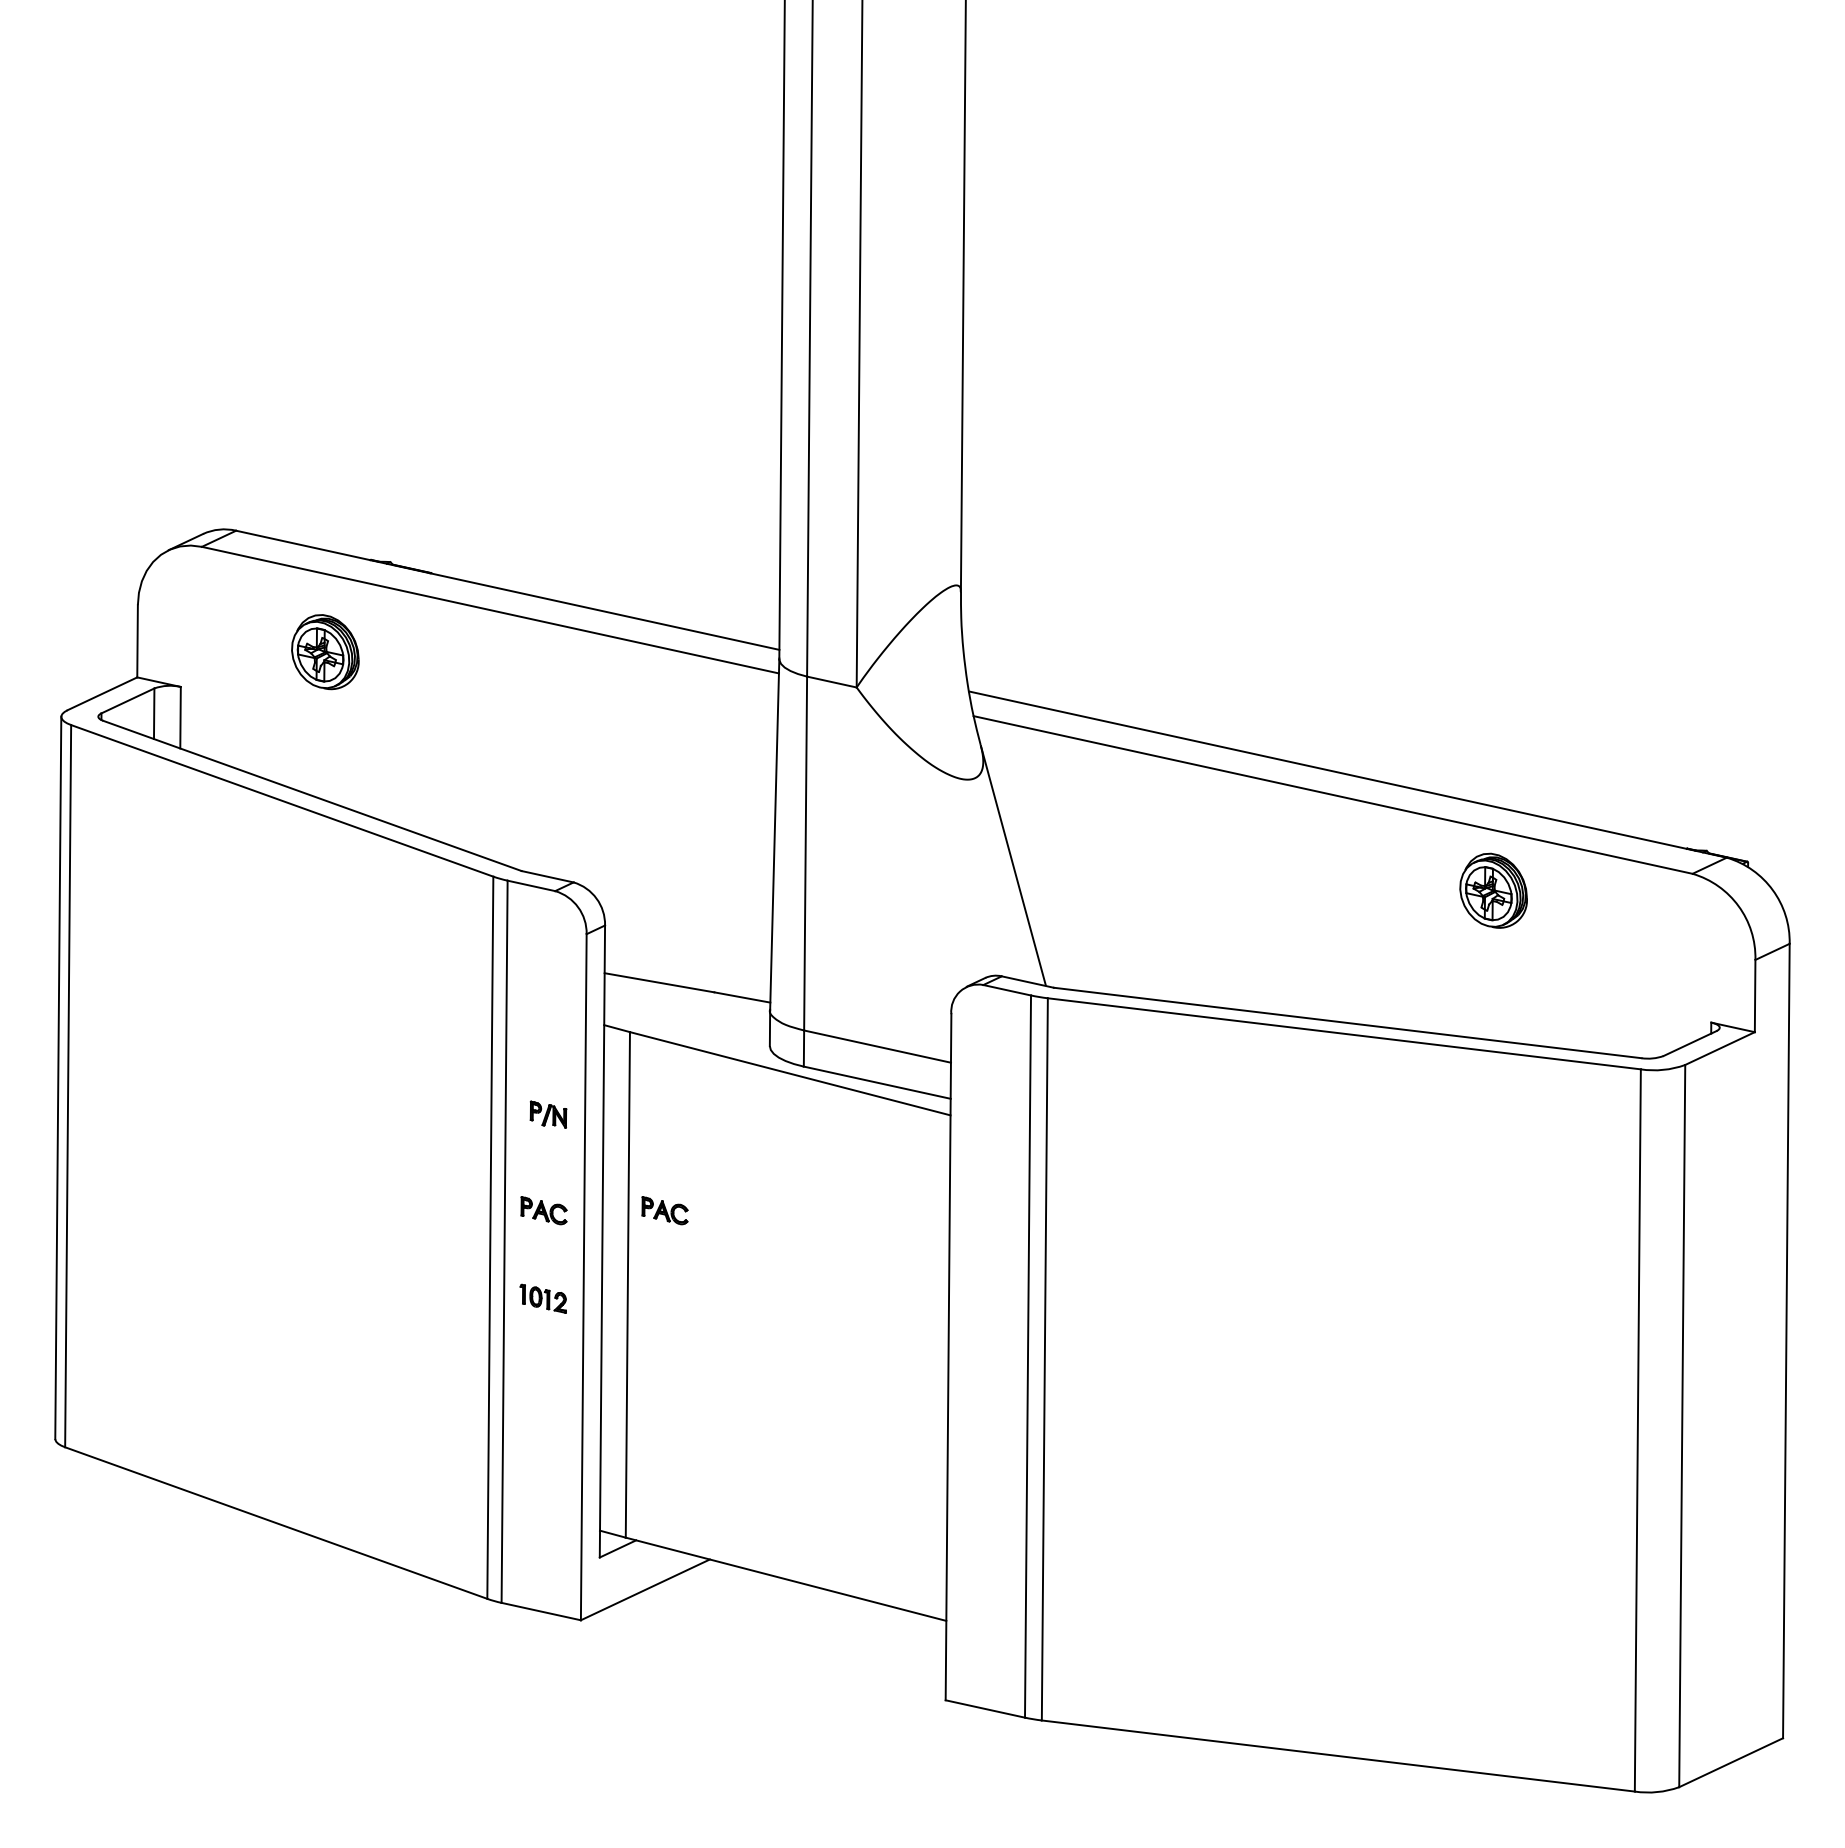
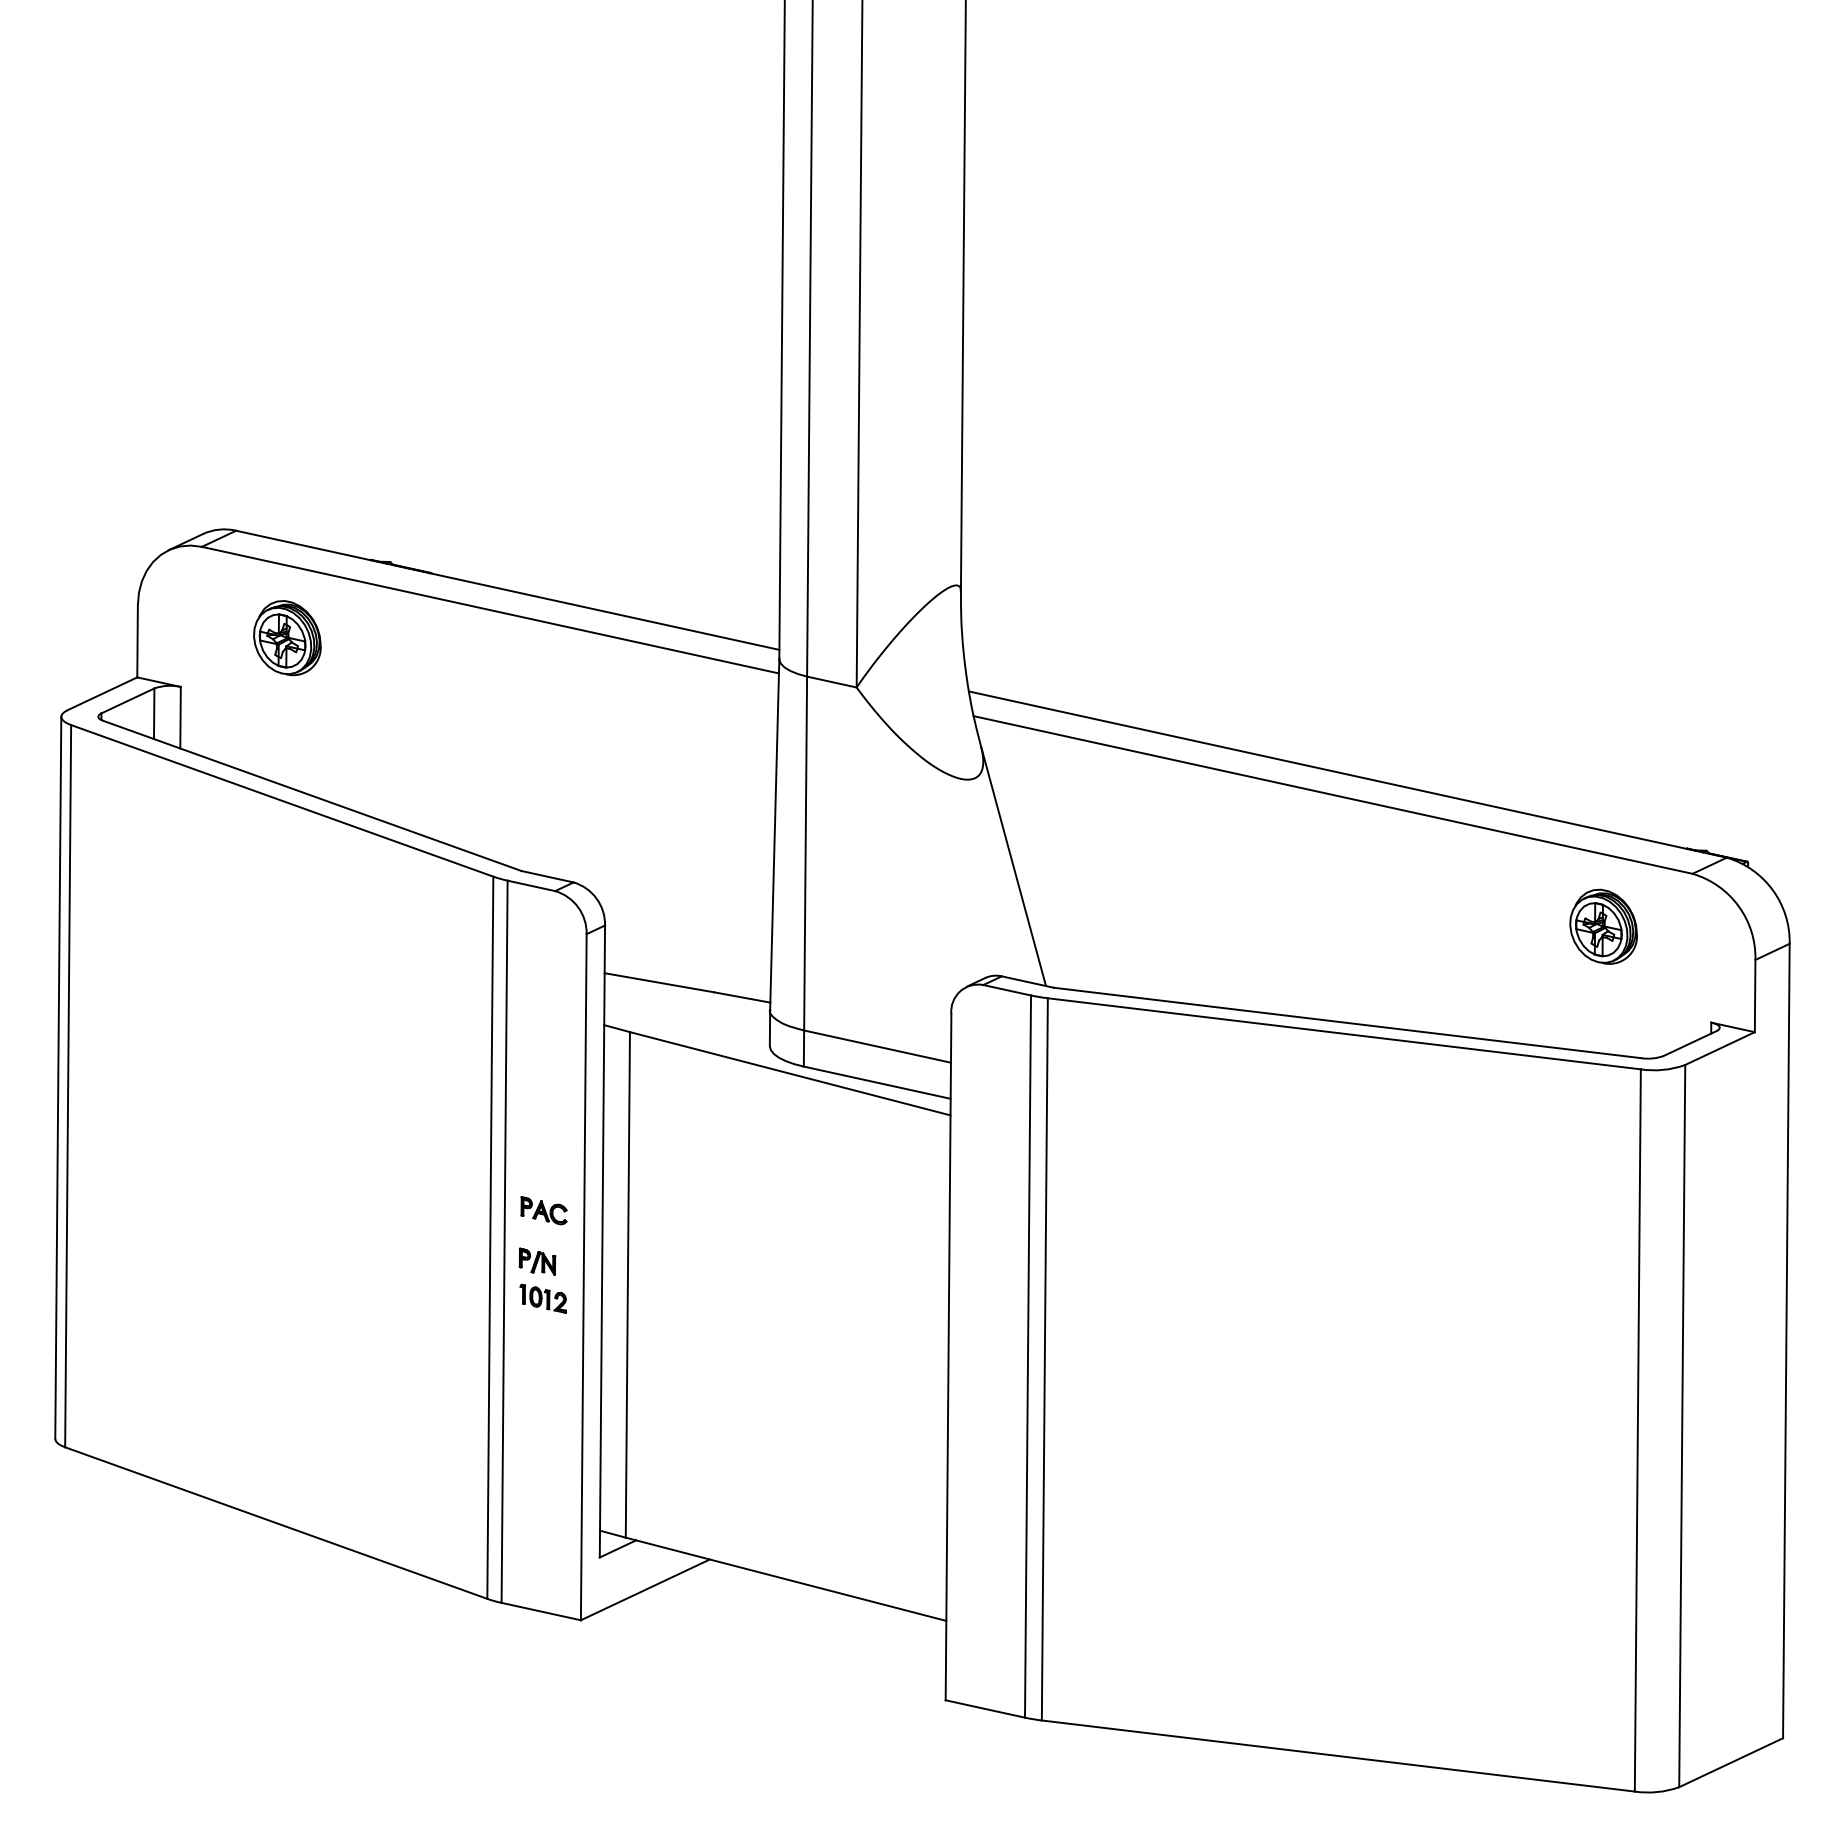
part at (325, 652) position: (325, 652) -> (287, 638)
part at (1493, 890) position: (1493, 890) -> (1603, 926)
part at (548, 1114) position: (548, 1114) -> (537, 1261)
part at (664, 1210): present -> none
